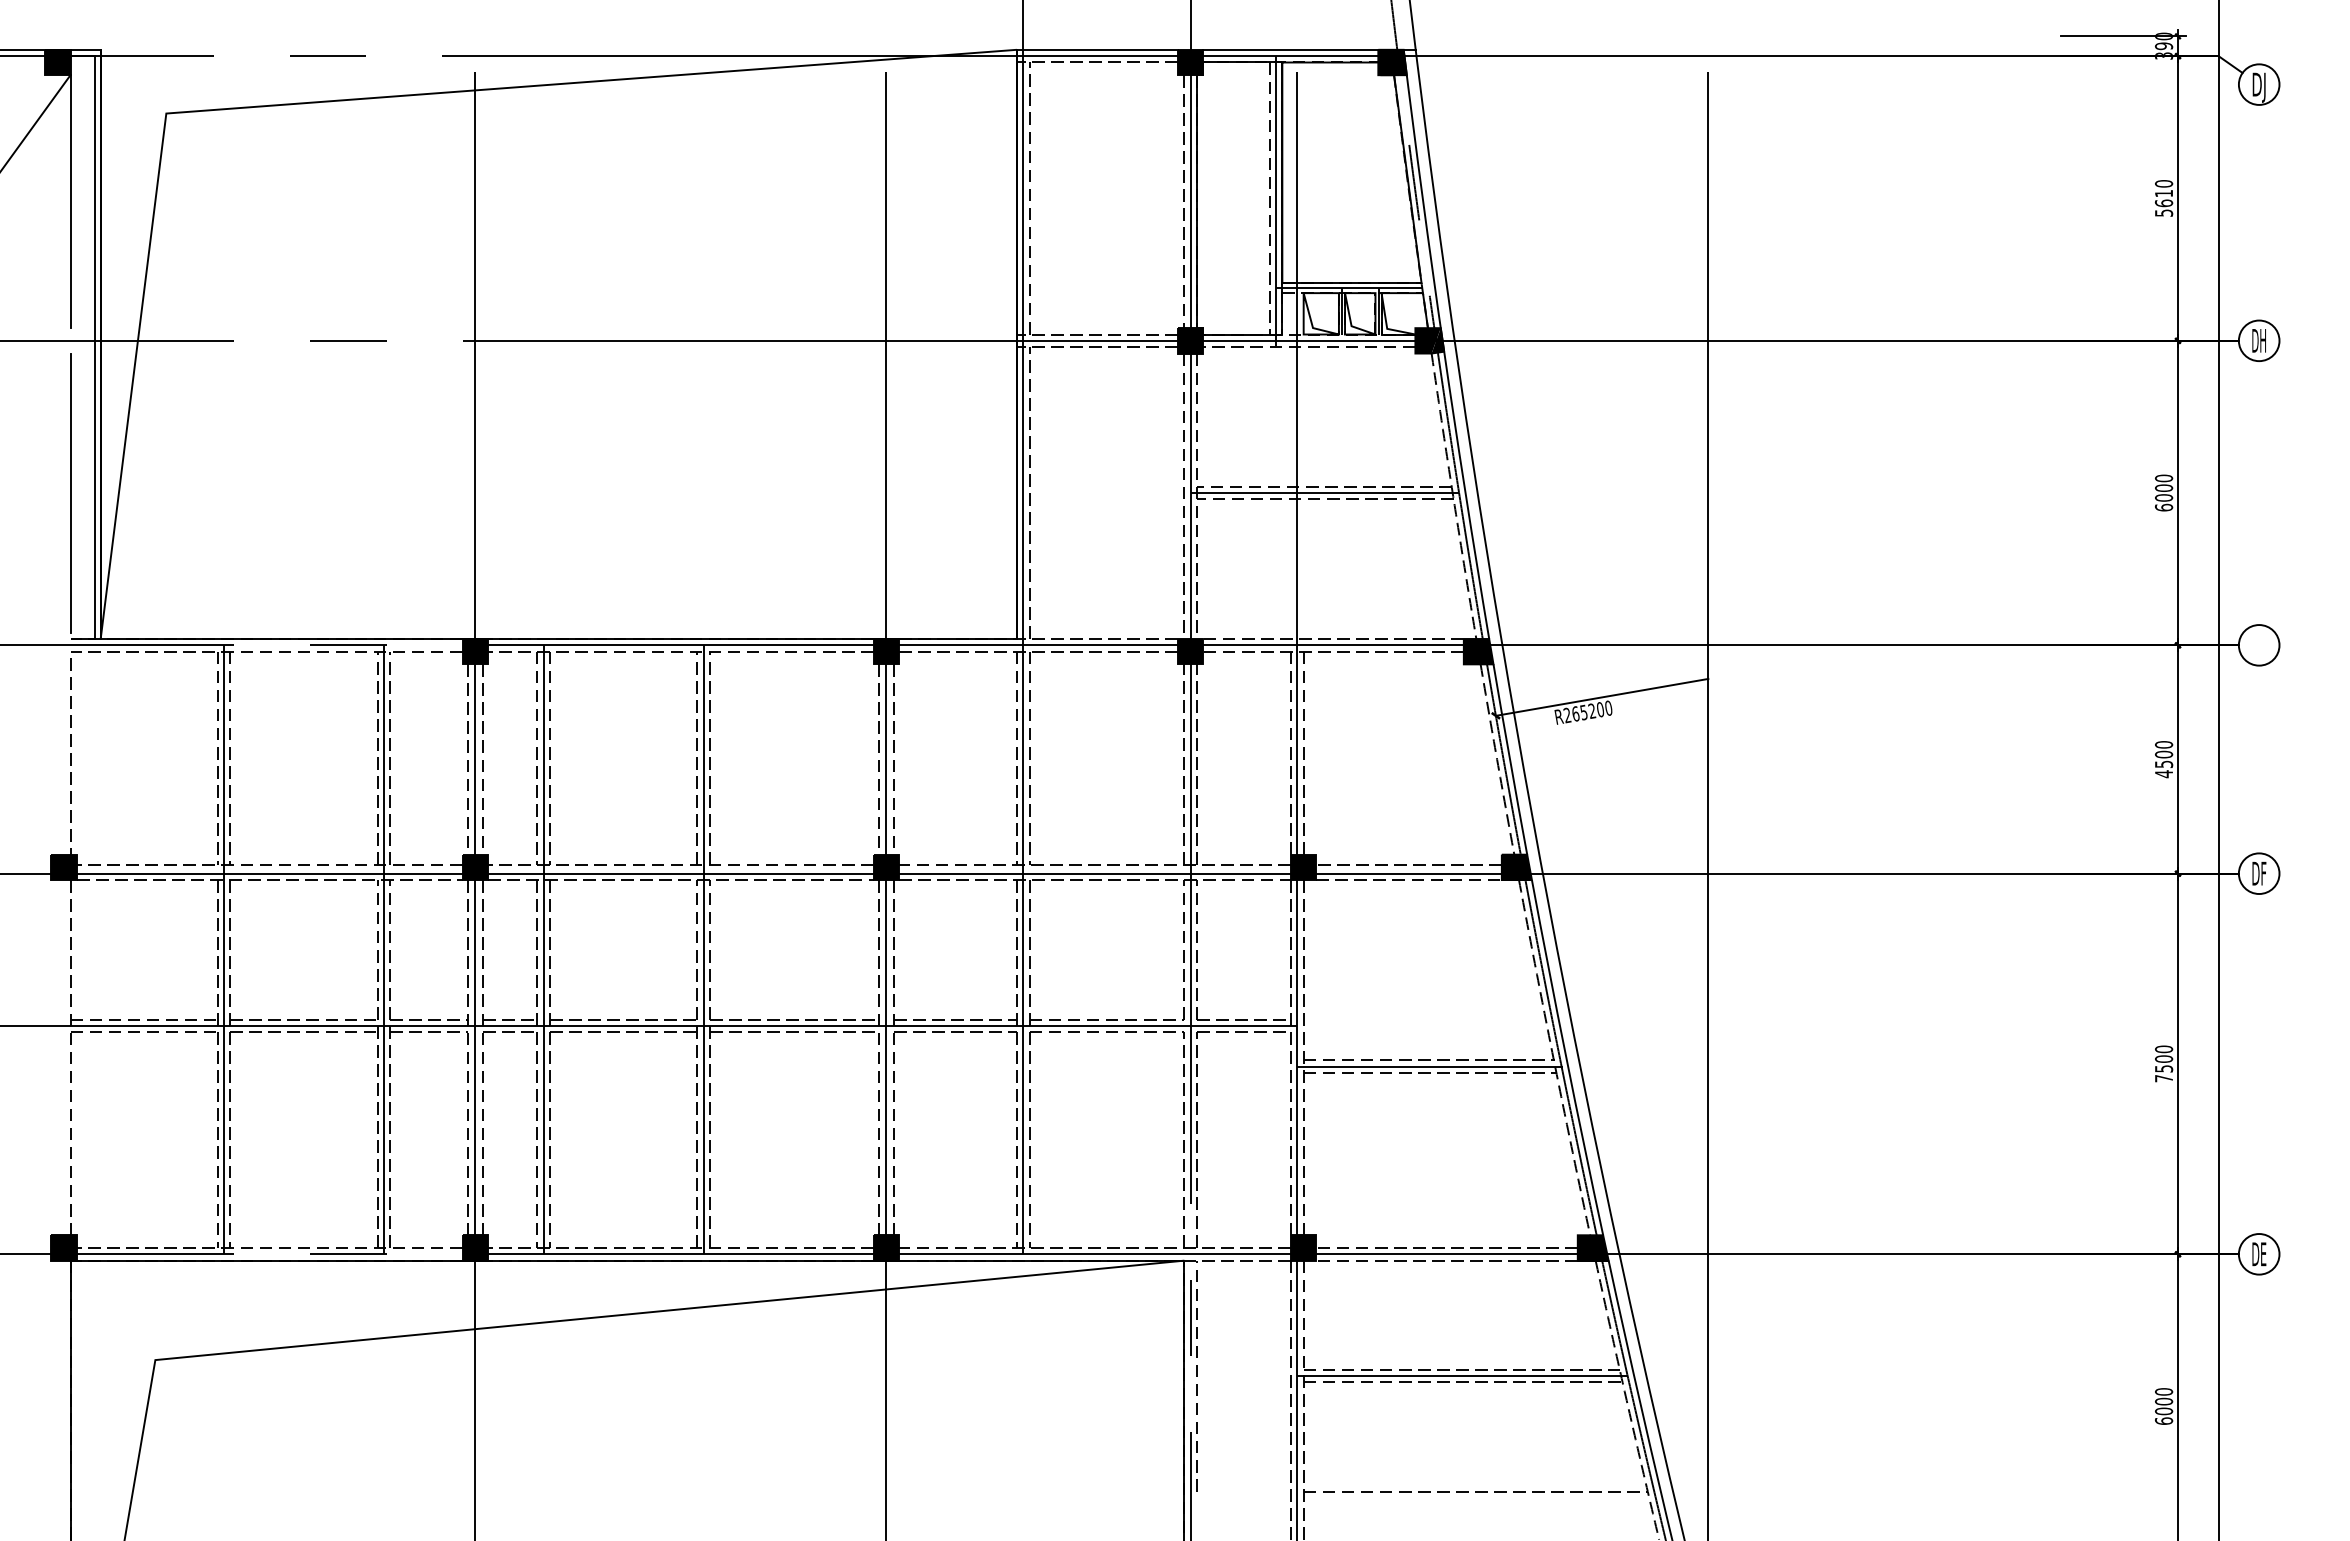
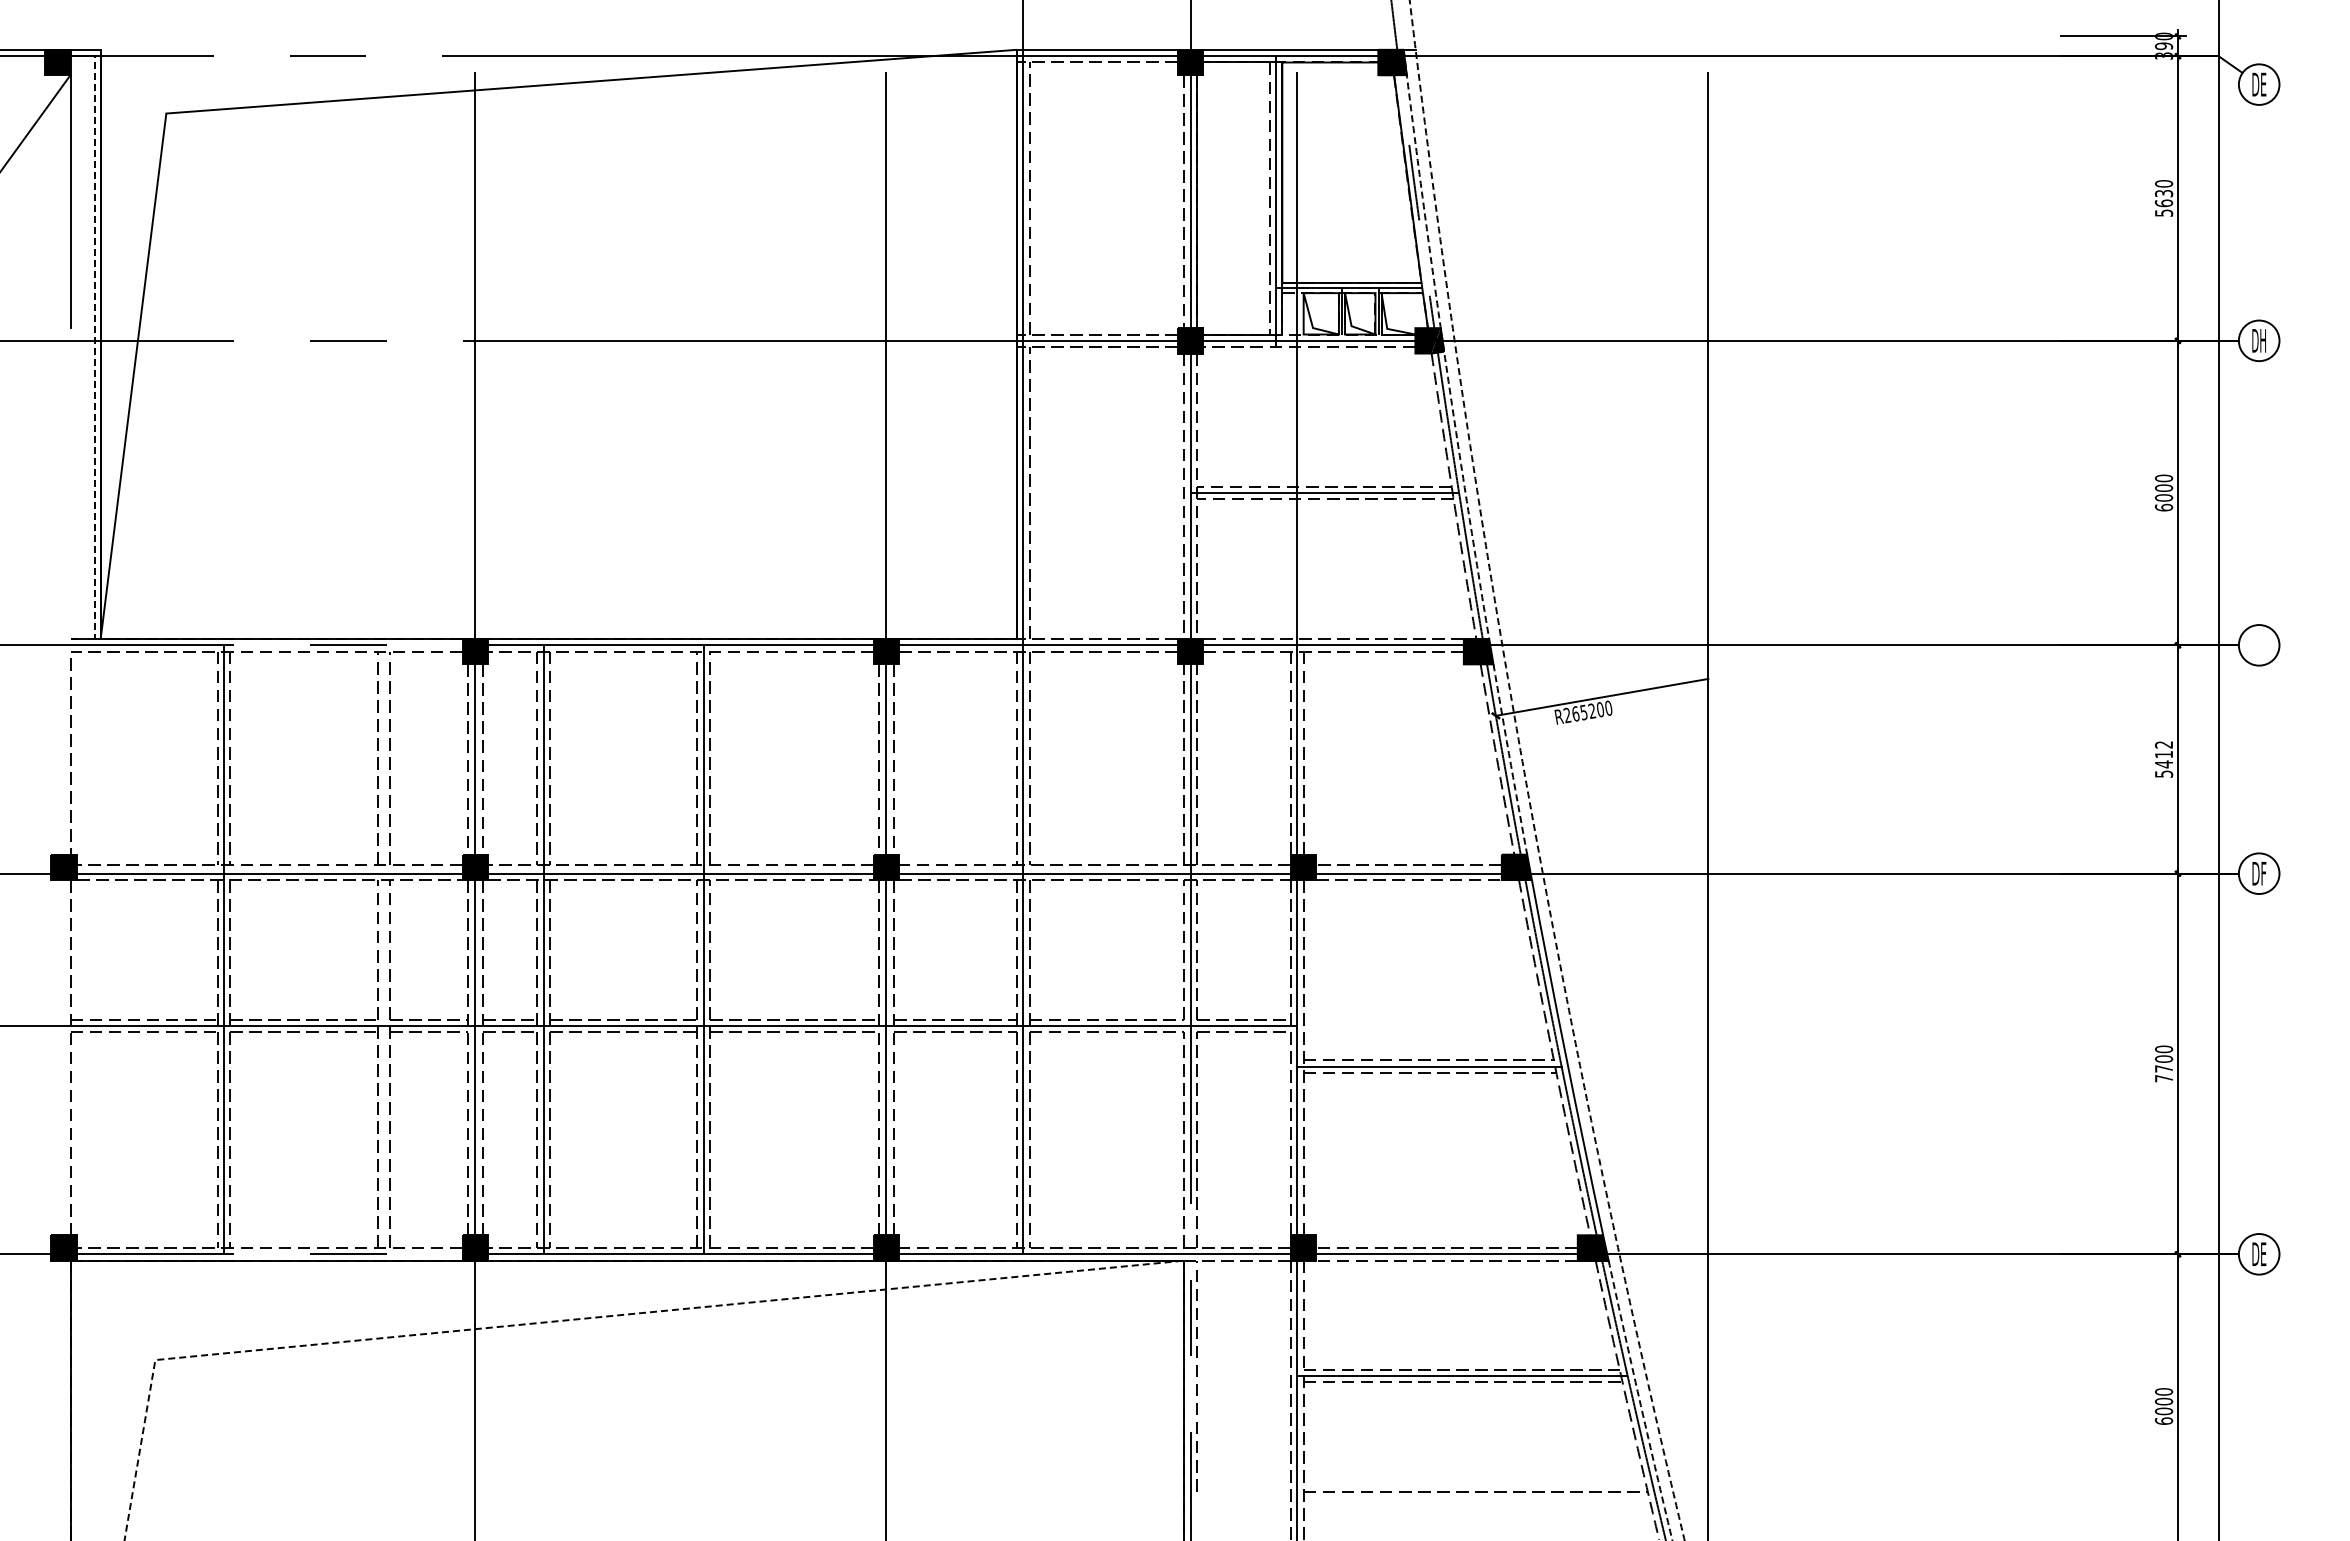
text at (2259, 87): DJ -> DE
text at (2163, 193): 5610 -> 5630
arc at (1443, 344): solid -> dashed
line at (94, 360): solid -> dashed
line at (70, 492): present -> none
arc at (1510, 759): solid -> dashed
text at (2163, 759): 4500 -> 5412
arc at (1525, 778): solid -> dashed
line at (383, 949): present -> none
text at (2164, 1068): 7500 -> 7700
line at (578, 1319): solid -> dashed
arc at (1640, 1401): solid -> dashed
